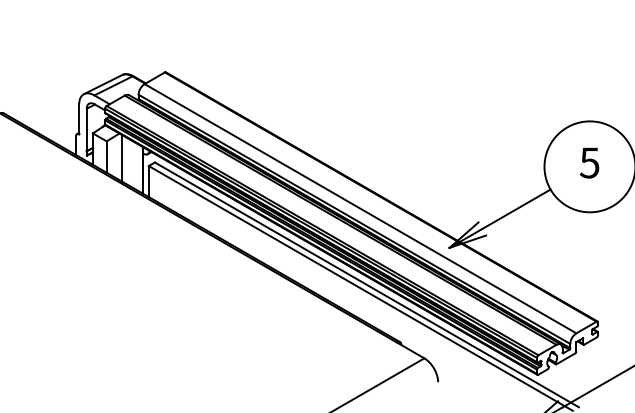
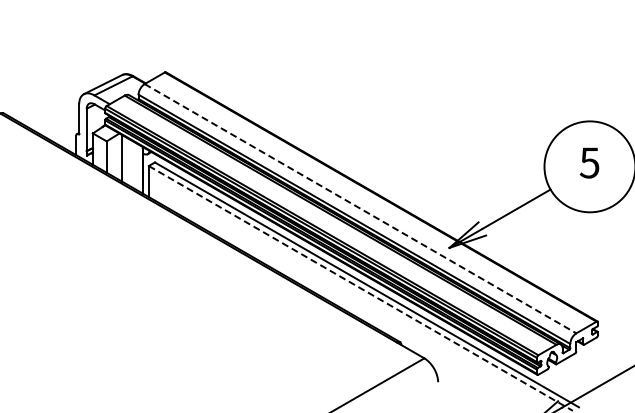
line at (360, 208): solid -> dashed
line at (360, 288): solid -> dashed
